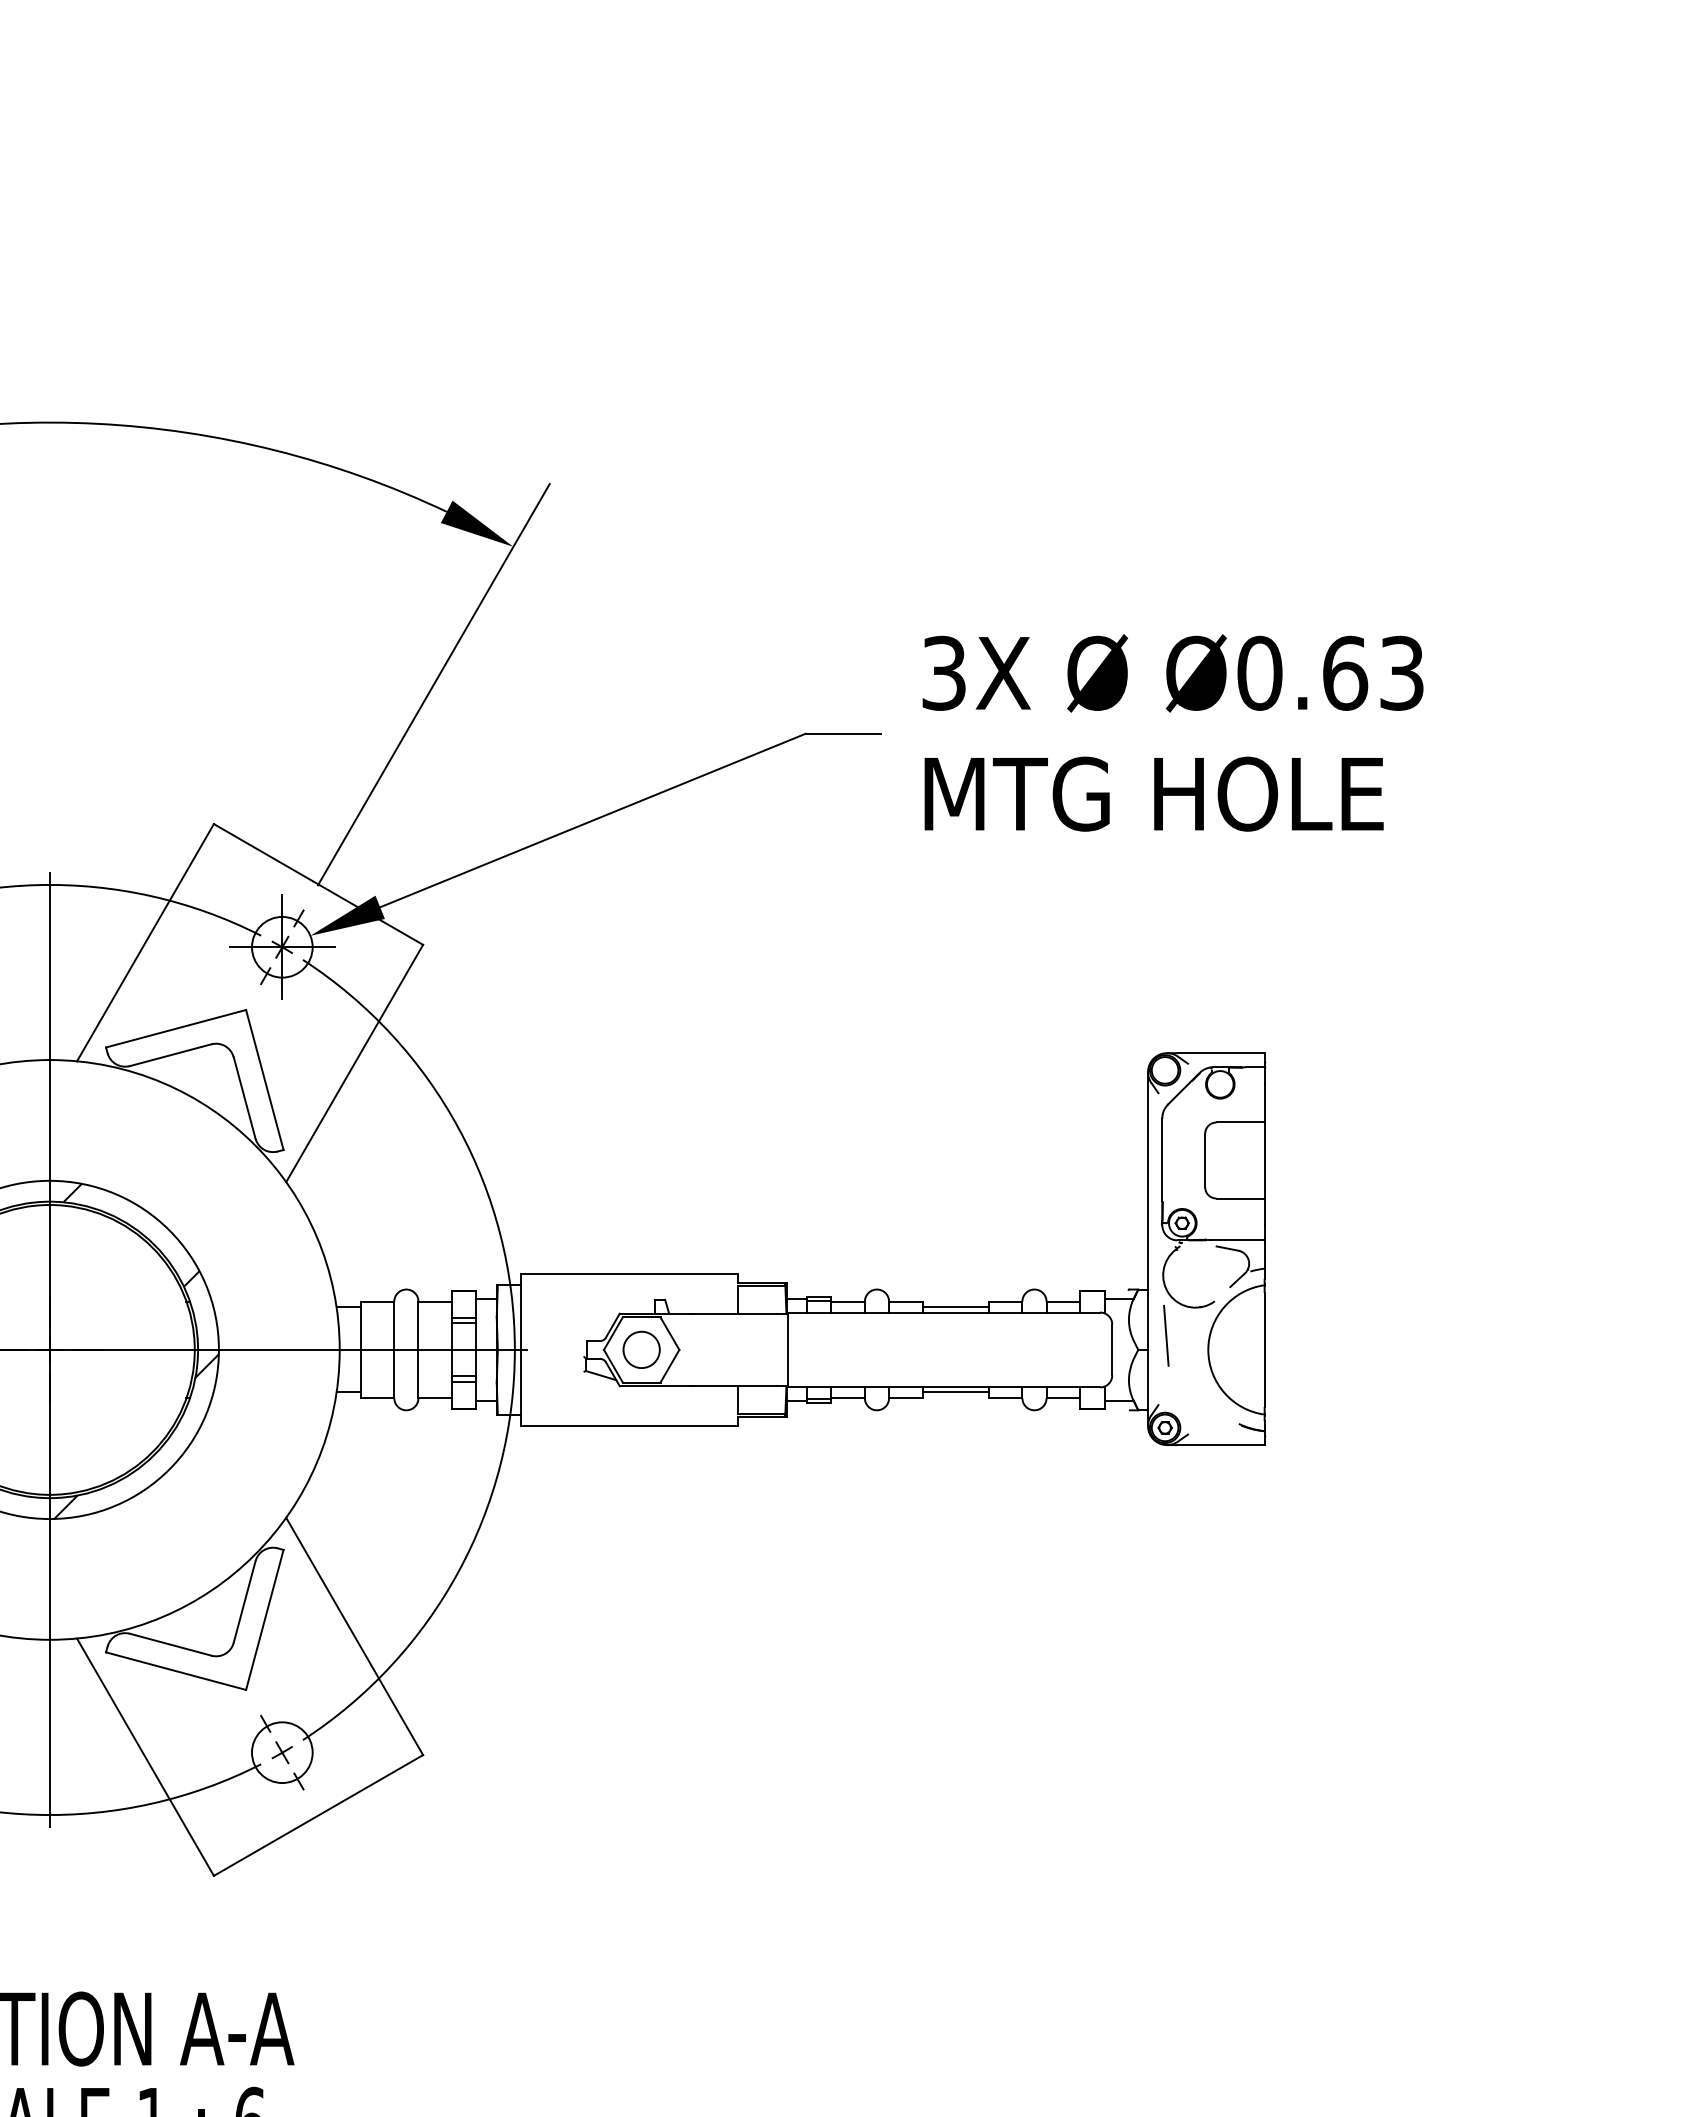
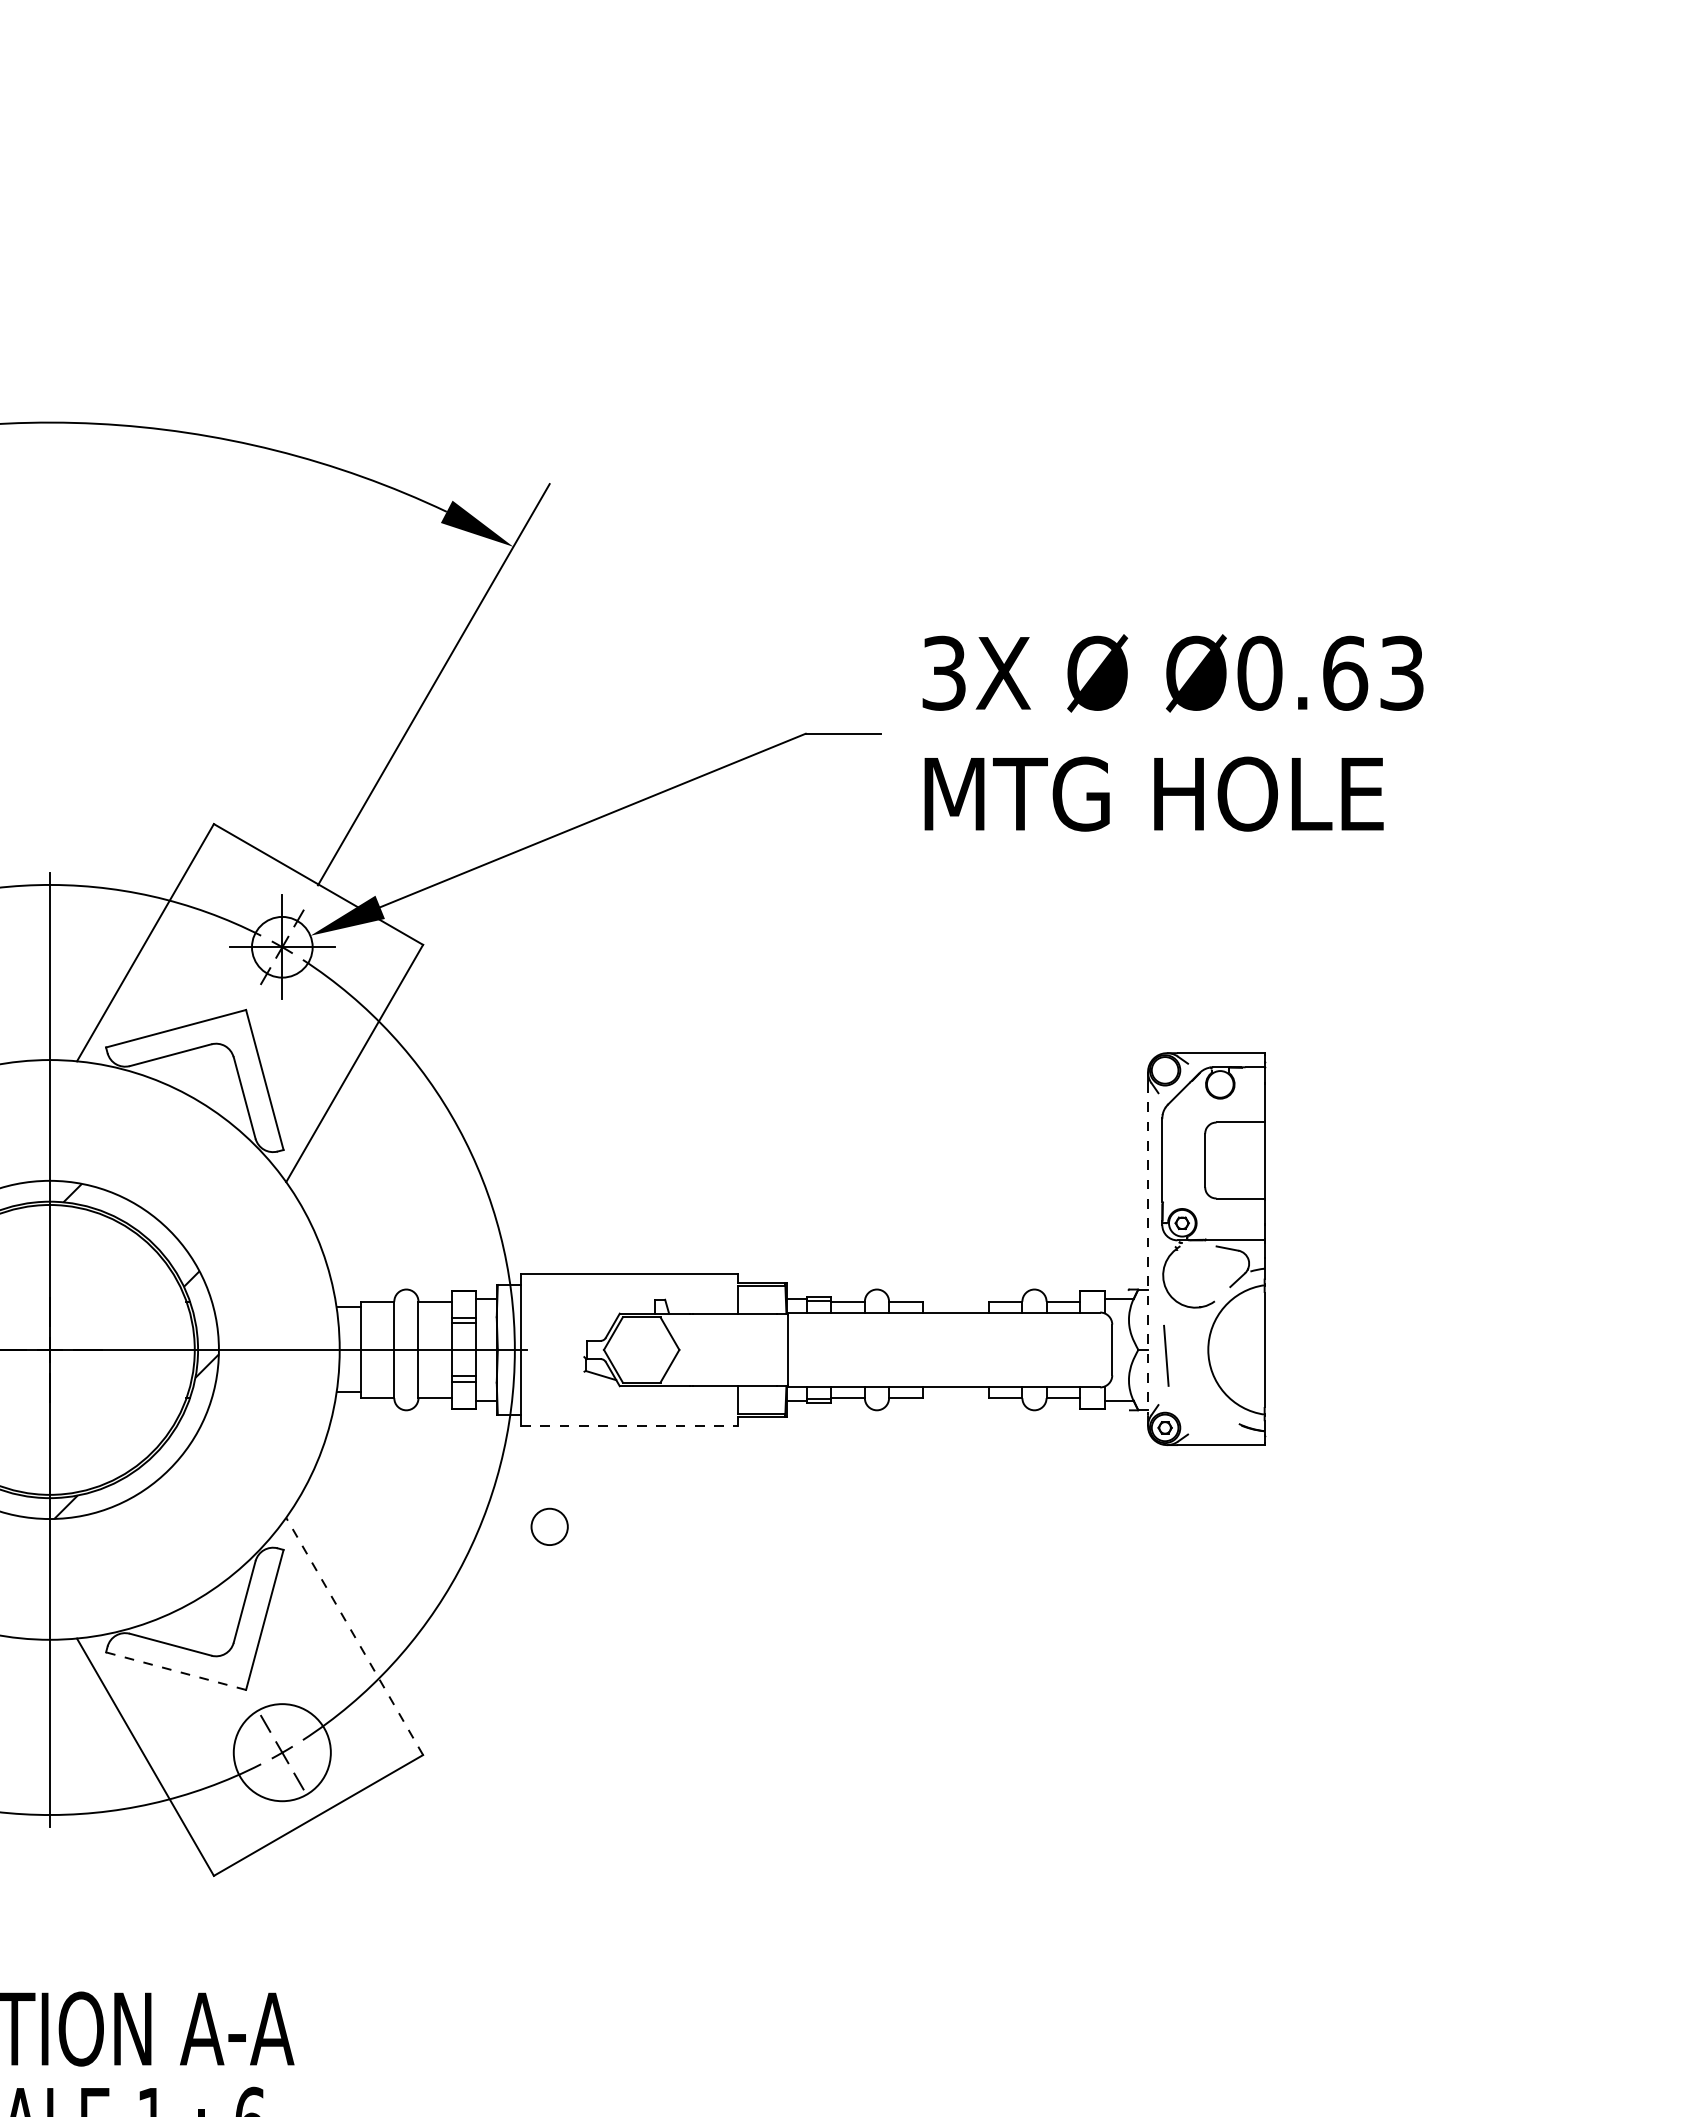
line at (1148, 1249): solid -> dashed
line at (955, 1307): present -> none
line at (1166, 1335) position: (1166, 1335) -> (1166, 1355)
circle at (641, 1349) position: (641, 1349) -> (549, 1526)
line at (955, 1392): present -> none
line at (629, 1425): solid -> dashed
line at (354, 1636): solid -> dashed
line at (176, 1671): solid -> dashed
circle at (281, 1752) diameter: 61 px -> 97 px
